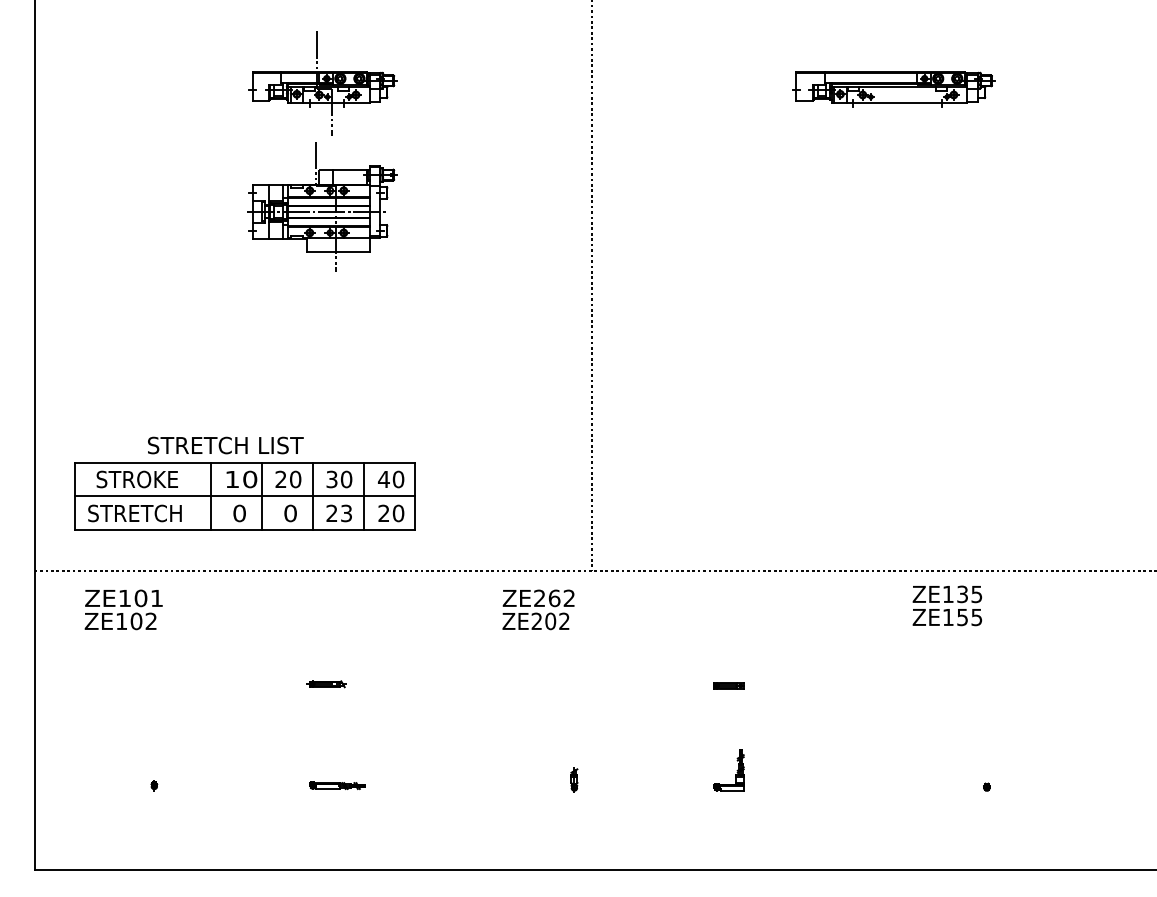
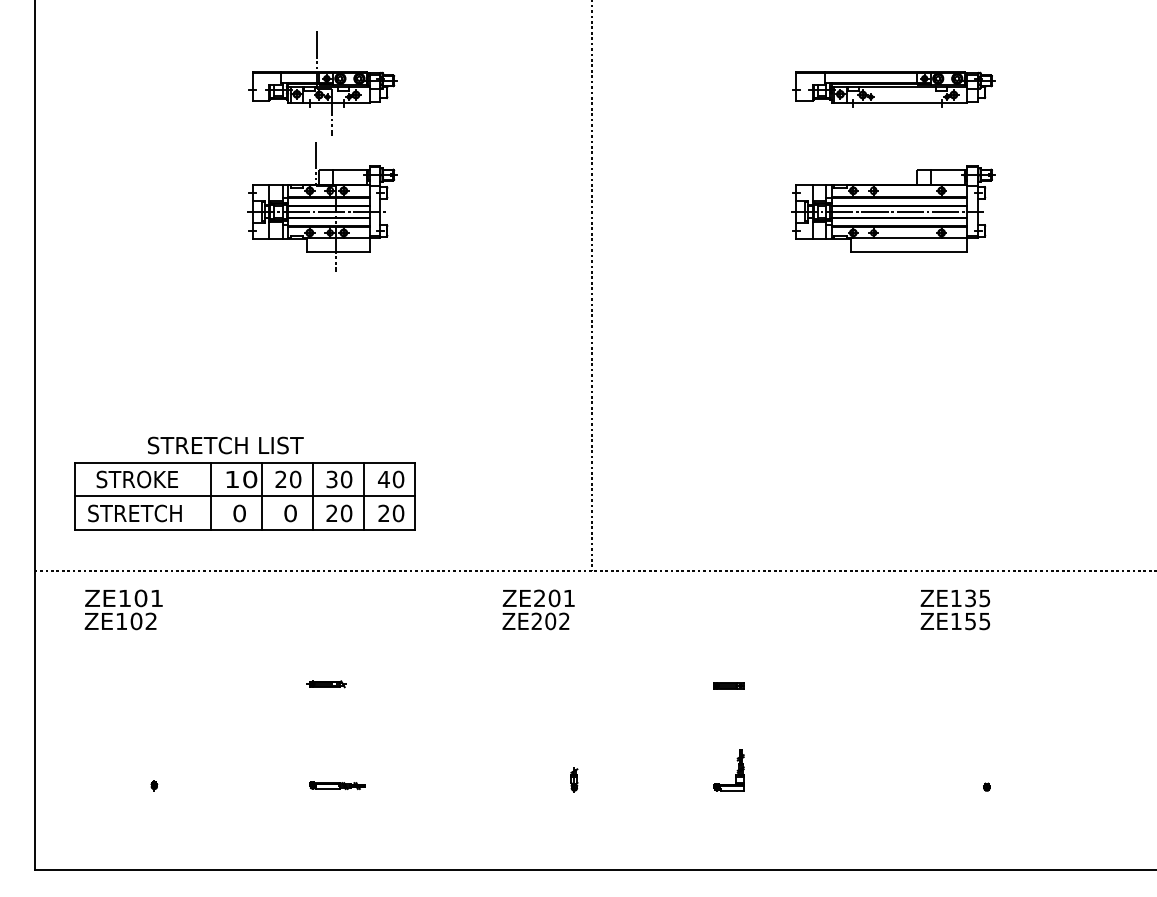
part at (893, 208): none -> present
text at (346, 513): 23 -> 20
text at (561, 597): ZE262 -> ZE201
text at (947, 605) position: (947, 605) -> (955, 609)
